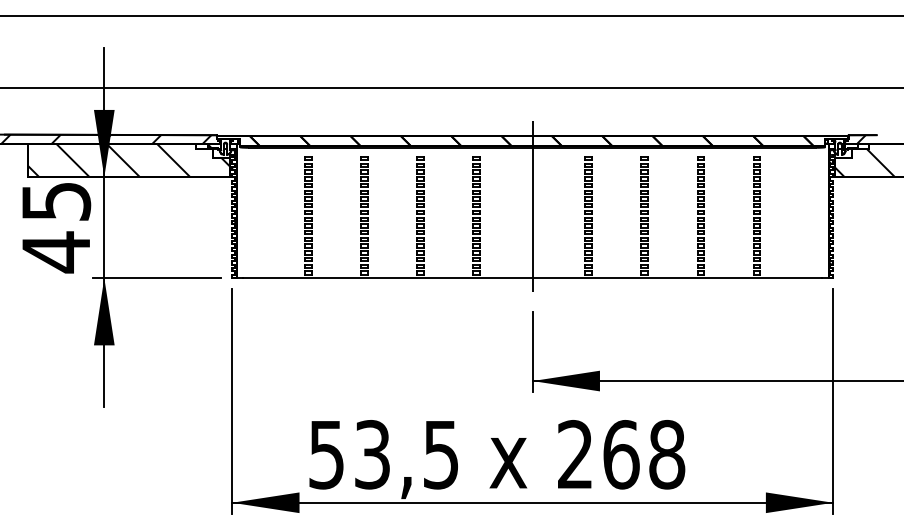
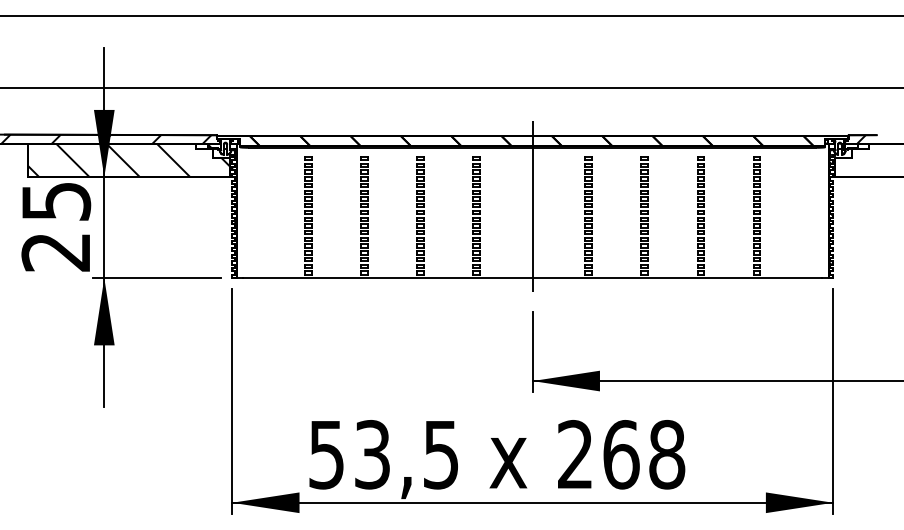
hatch at (865, 163): present -> none
text at (55, 252): 45 -> 25
